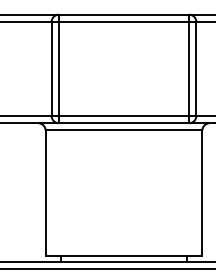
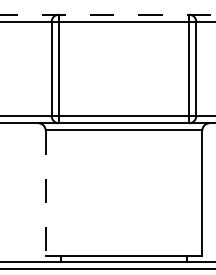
line at (108, 14): solid -> dashed
line at (45, 193): solid -> dashed
